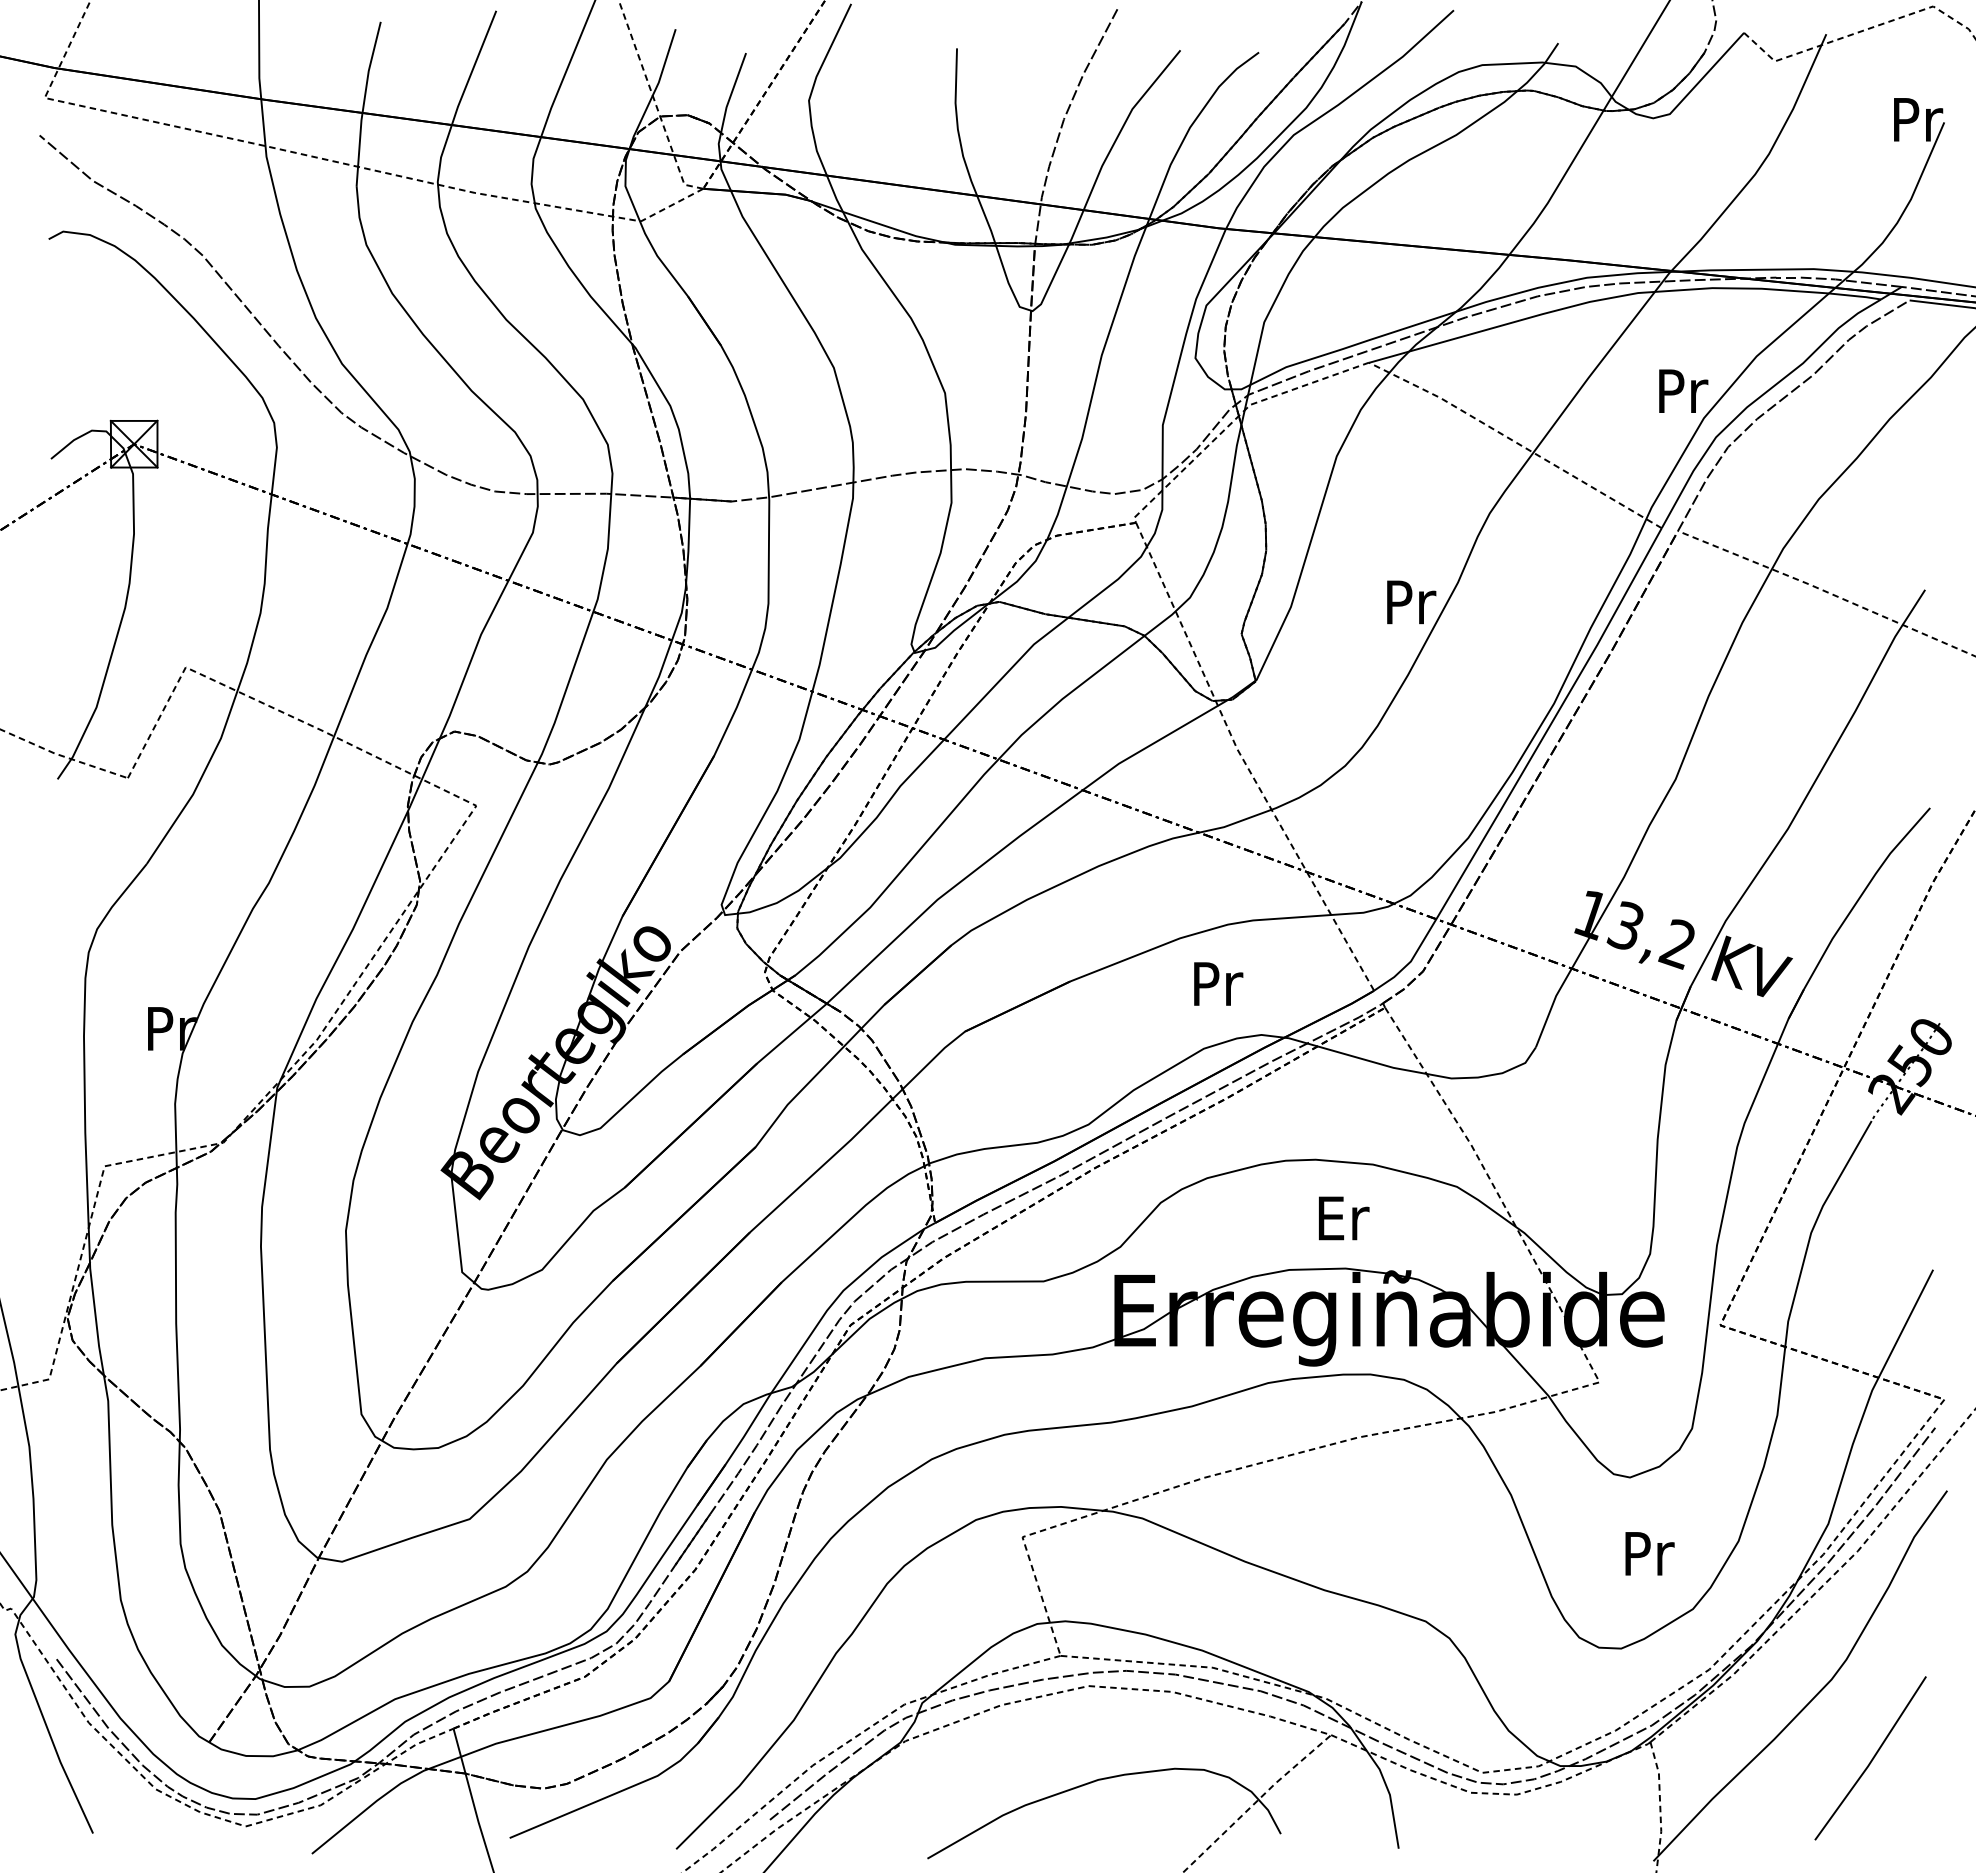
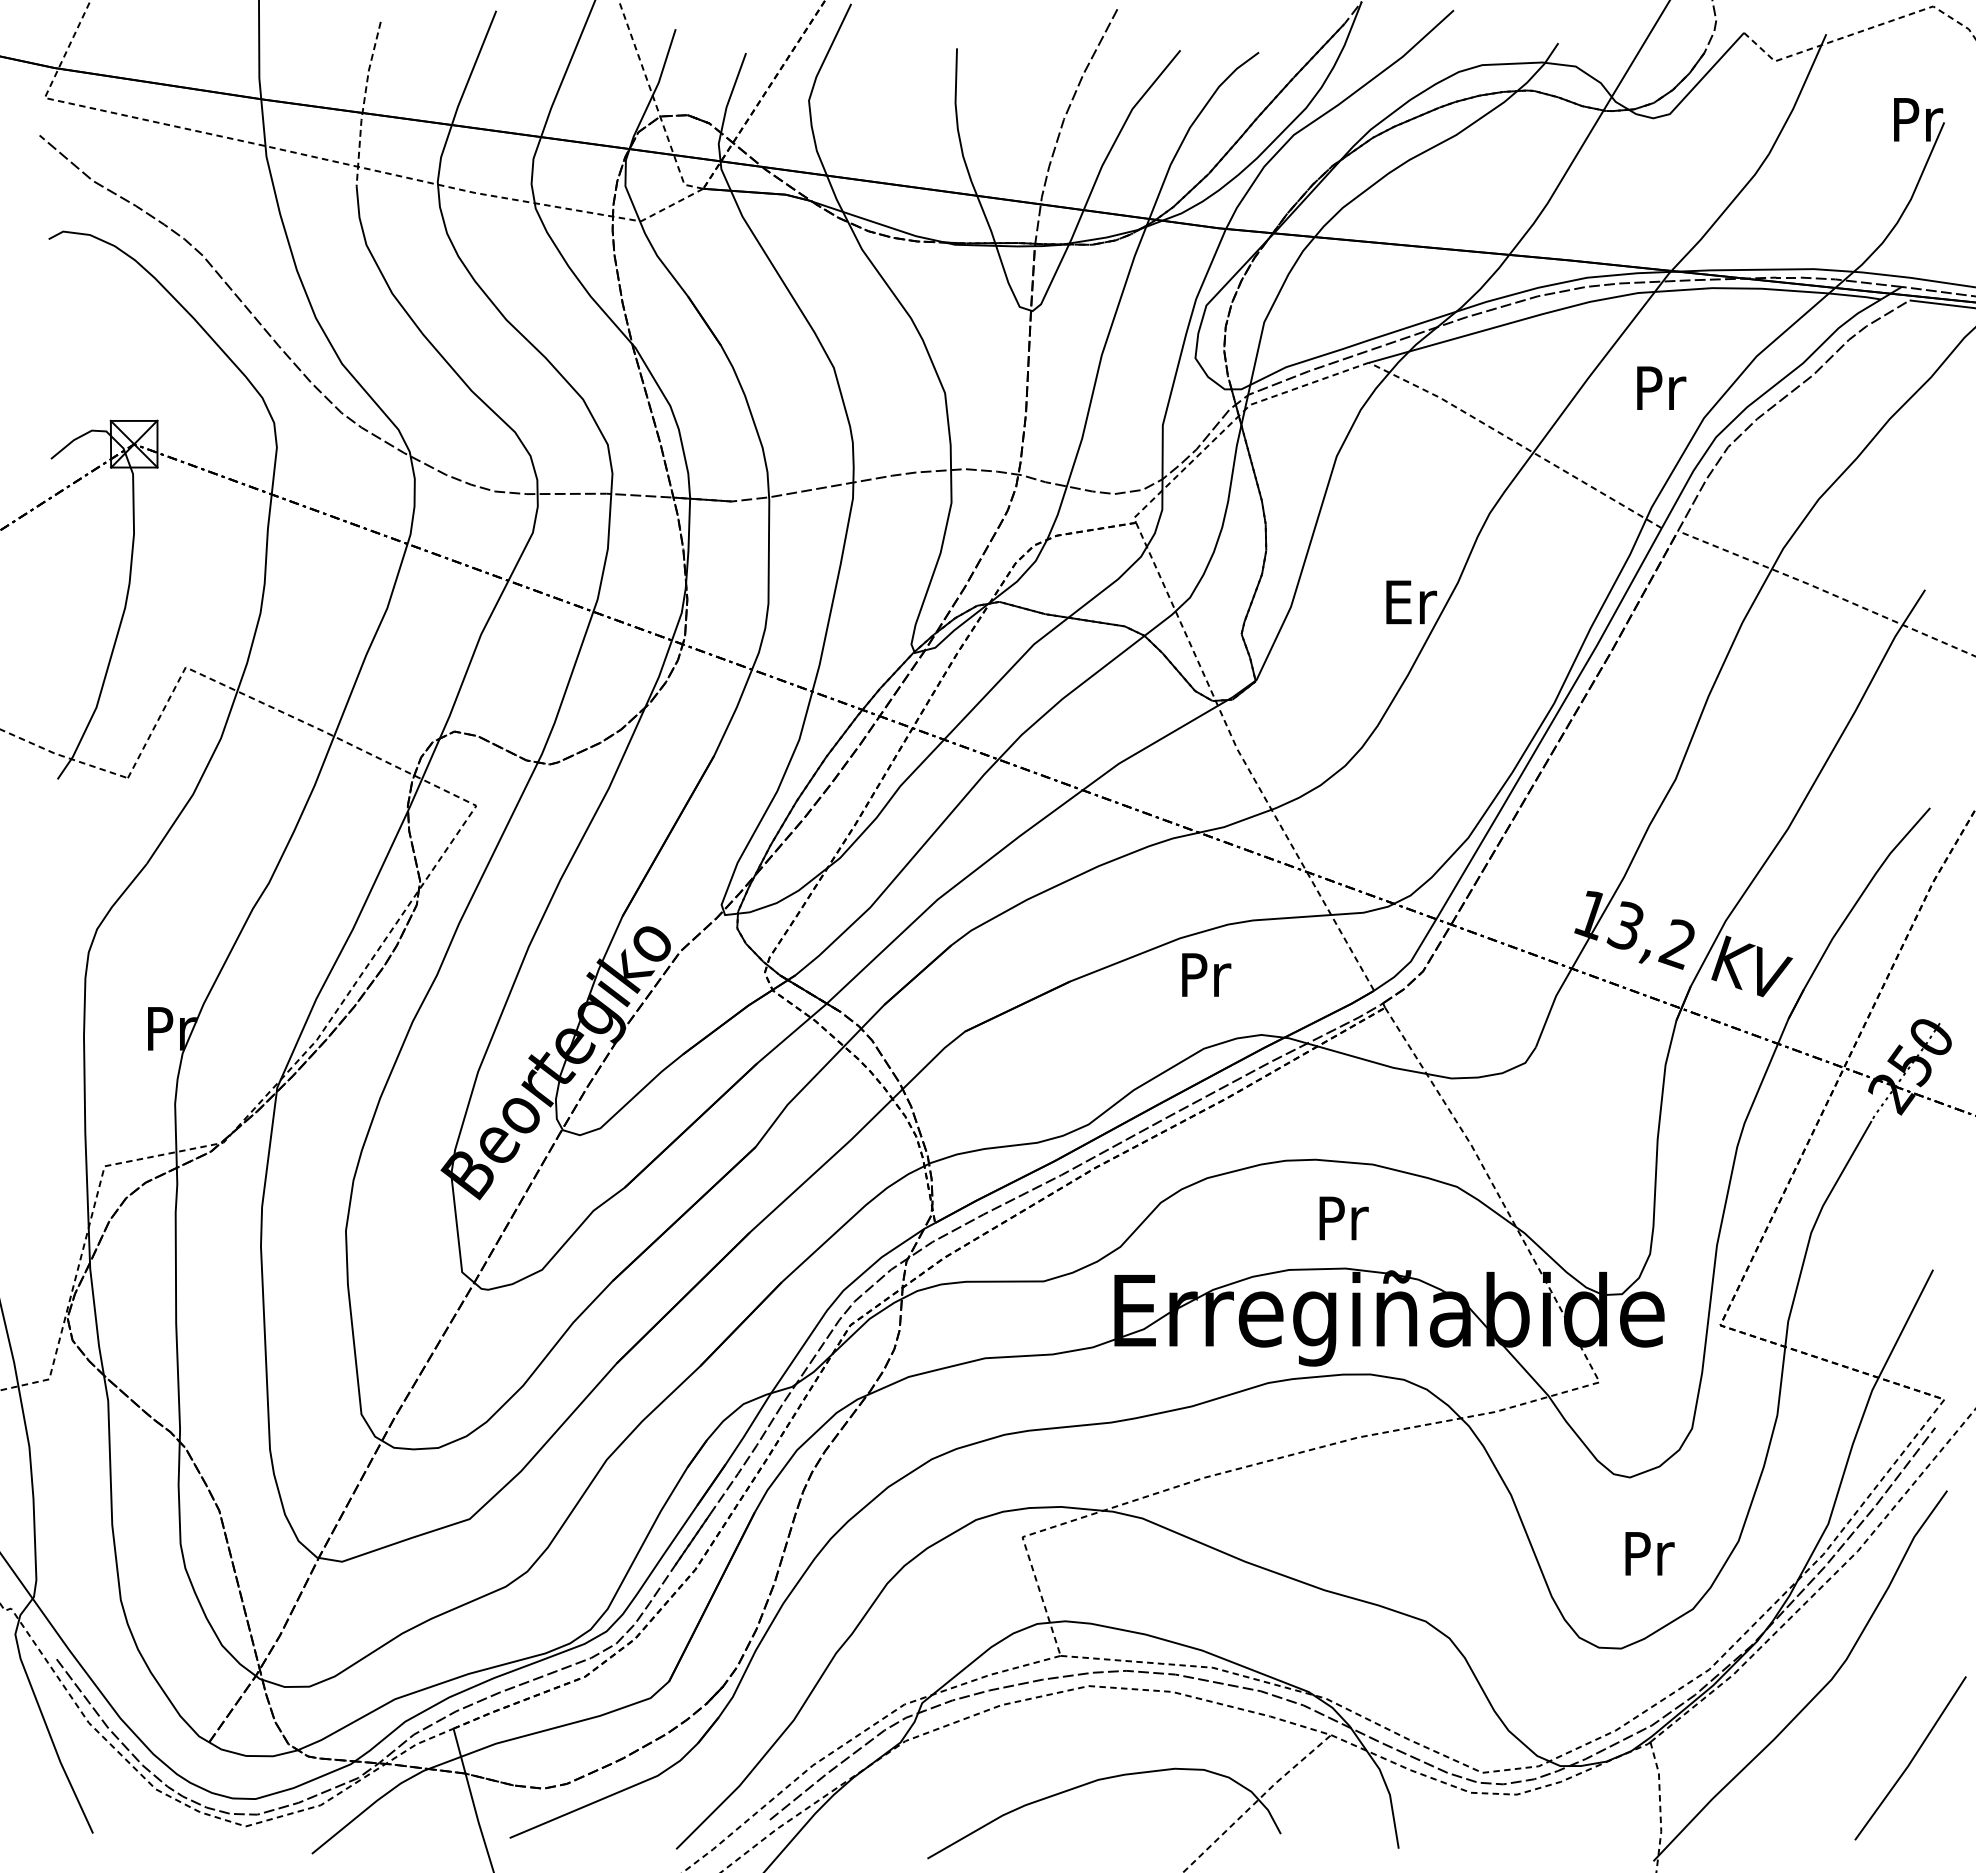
line at (363, 103): solid -> dashed
text at (1683, 390) position: (1683, 390) -> (1661, 387)
text at (1411, 602): Pr -> Er
text at (1218, 983) position: (1218, 983) -> (1206, 974)
text at (1343, 1218): Er -> Pr
line at (1871, 1759) position: (1871, 1759) -> (1911, 1759)
